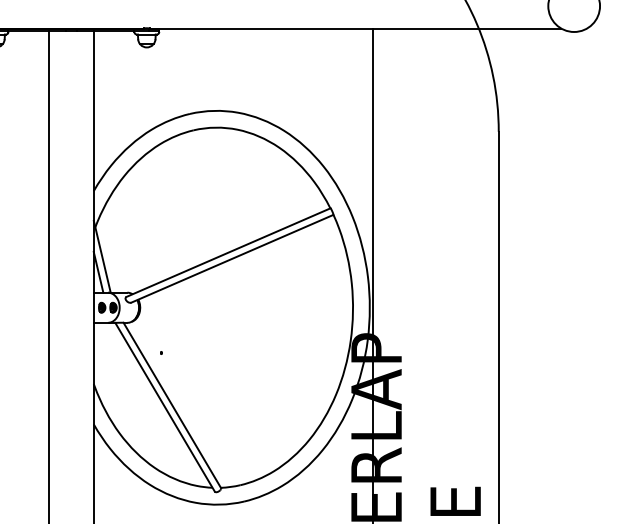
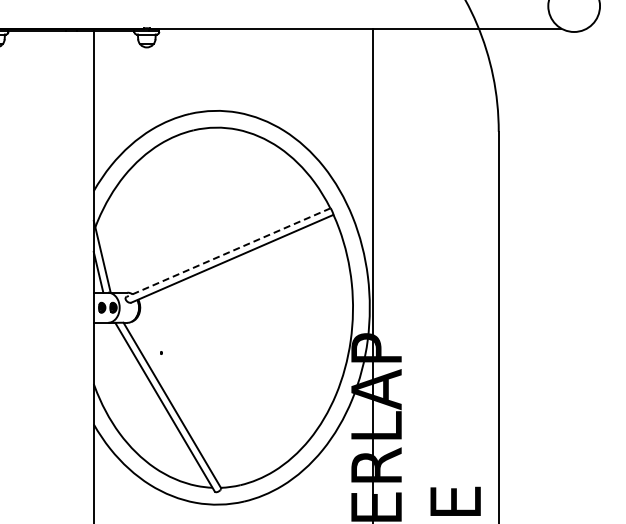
line at (228, 252): solid -> dashed
line at (49, 275): present -> none
